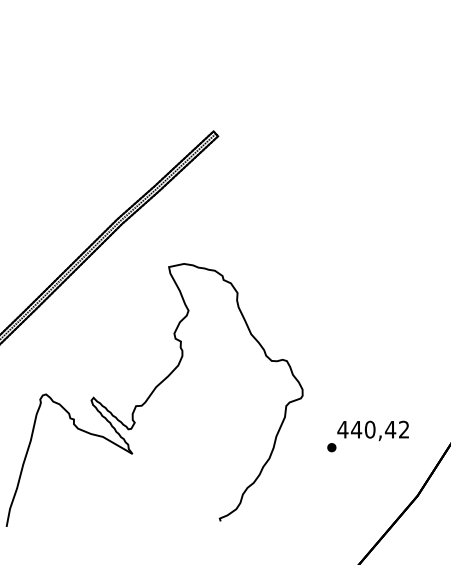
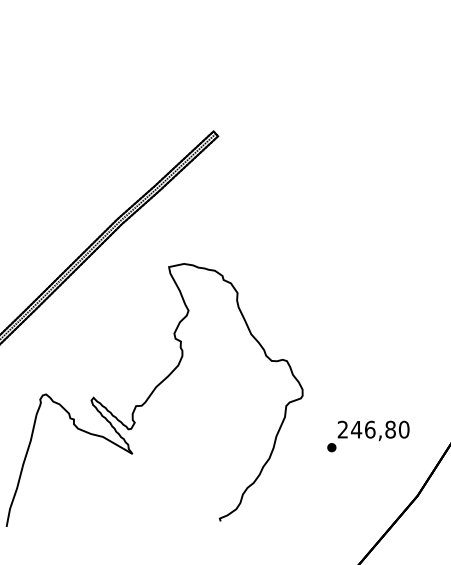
text at (373, 429): 440,42 -> 246,80
